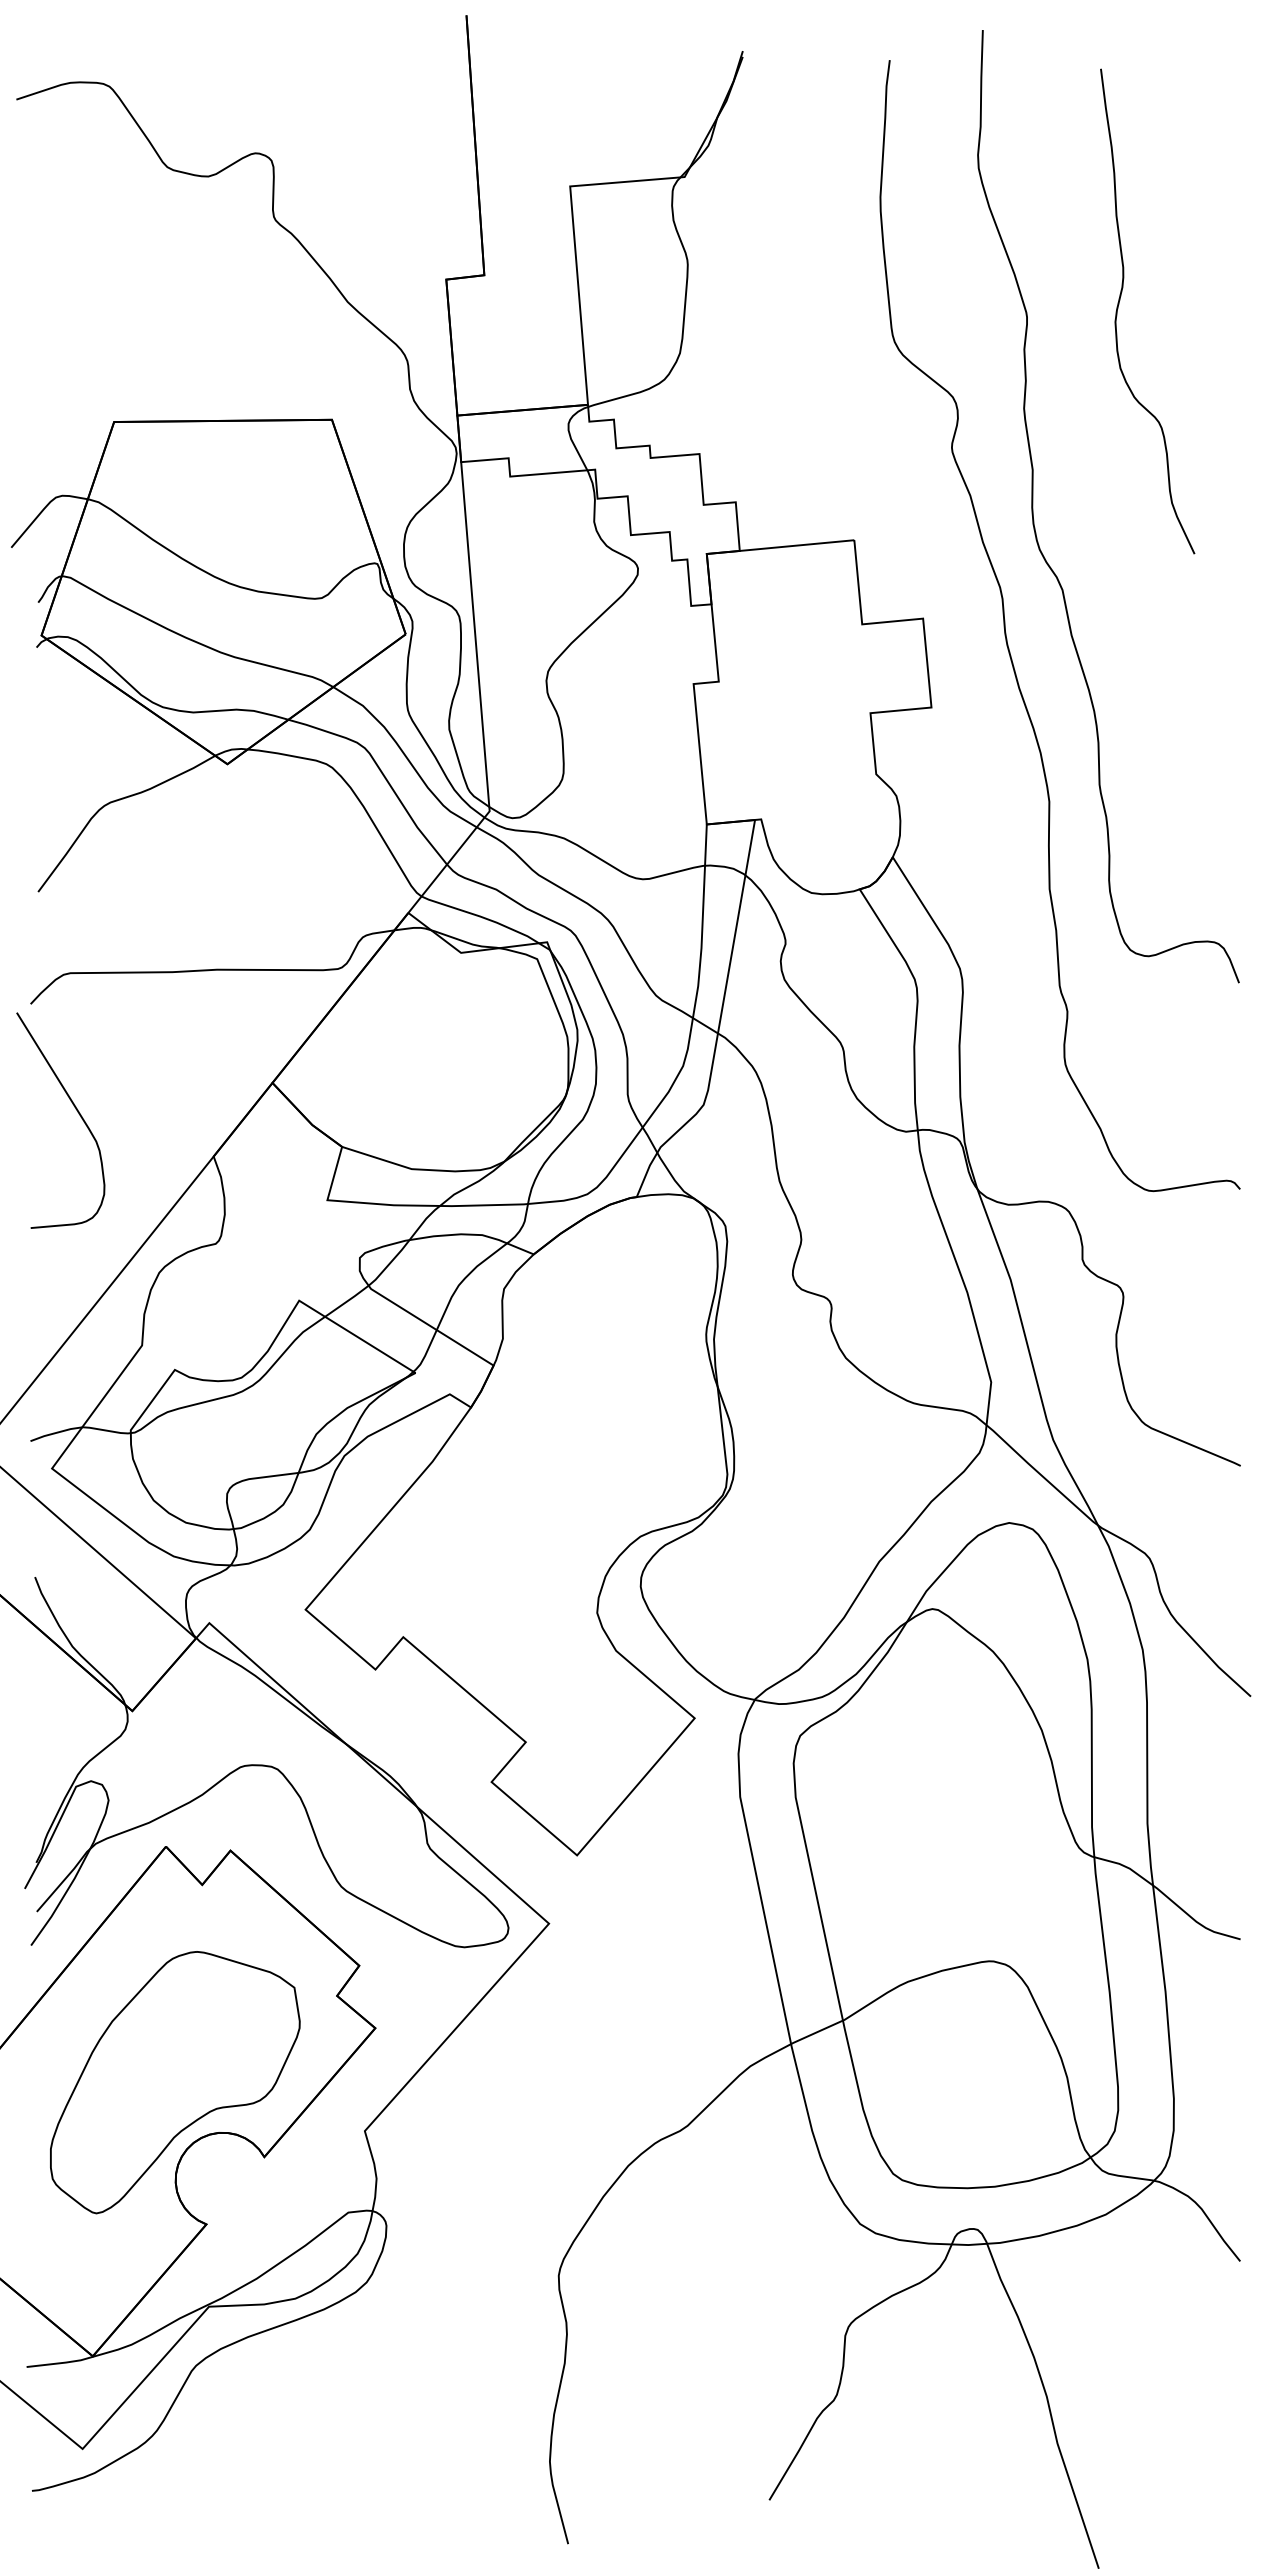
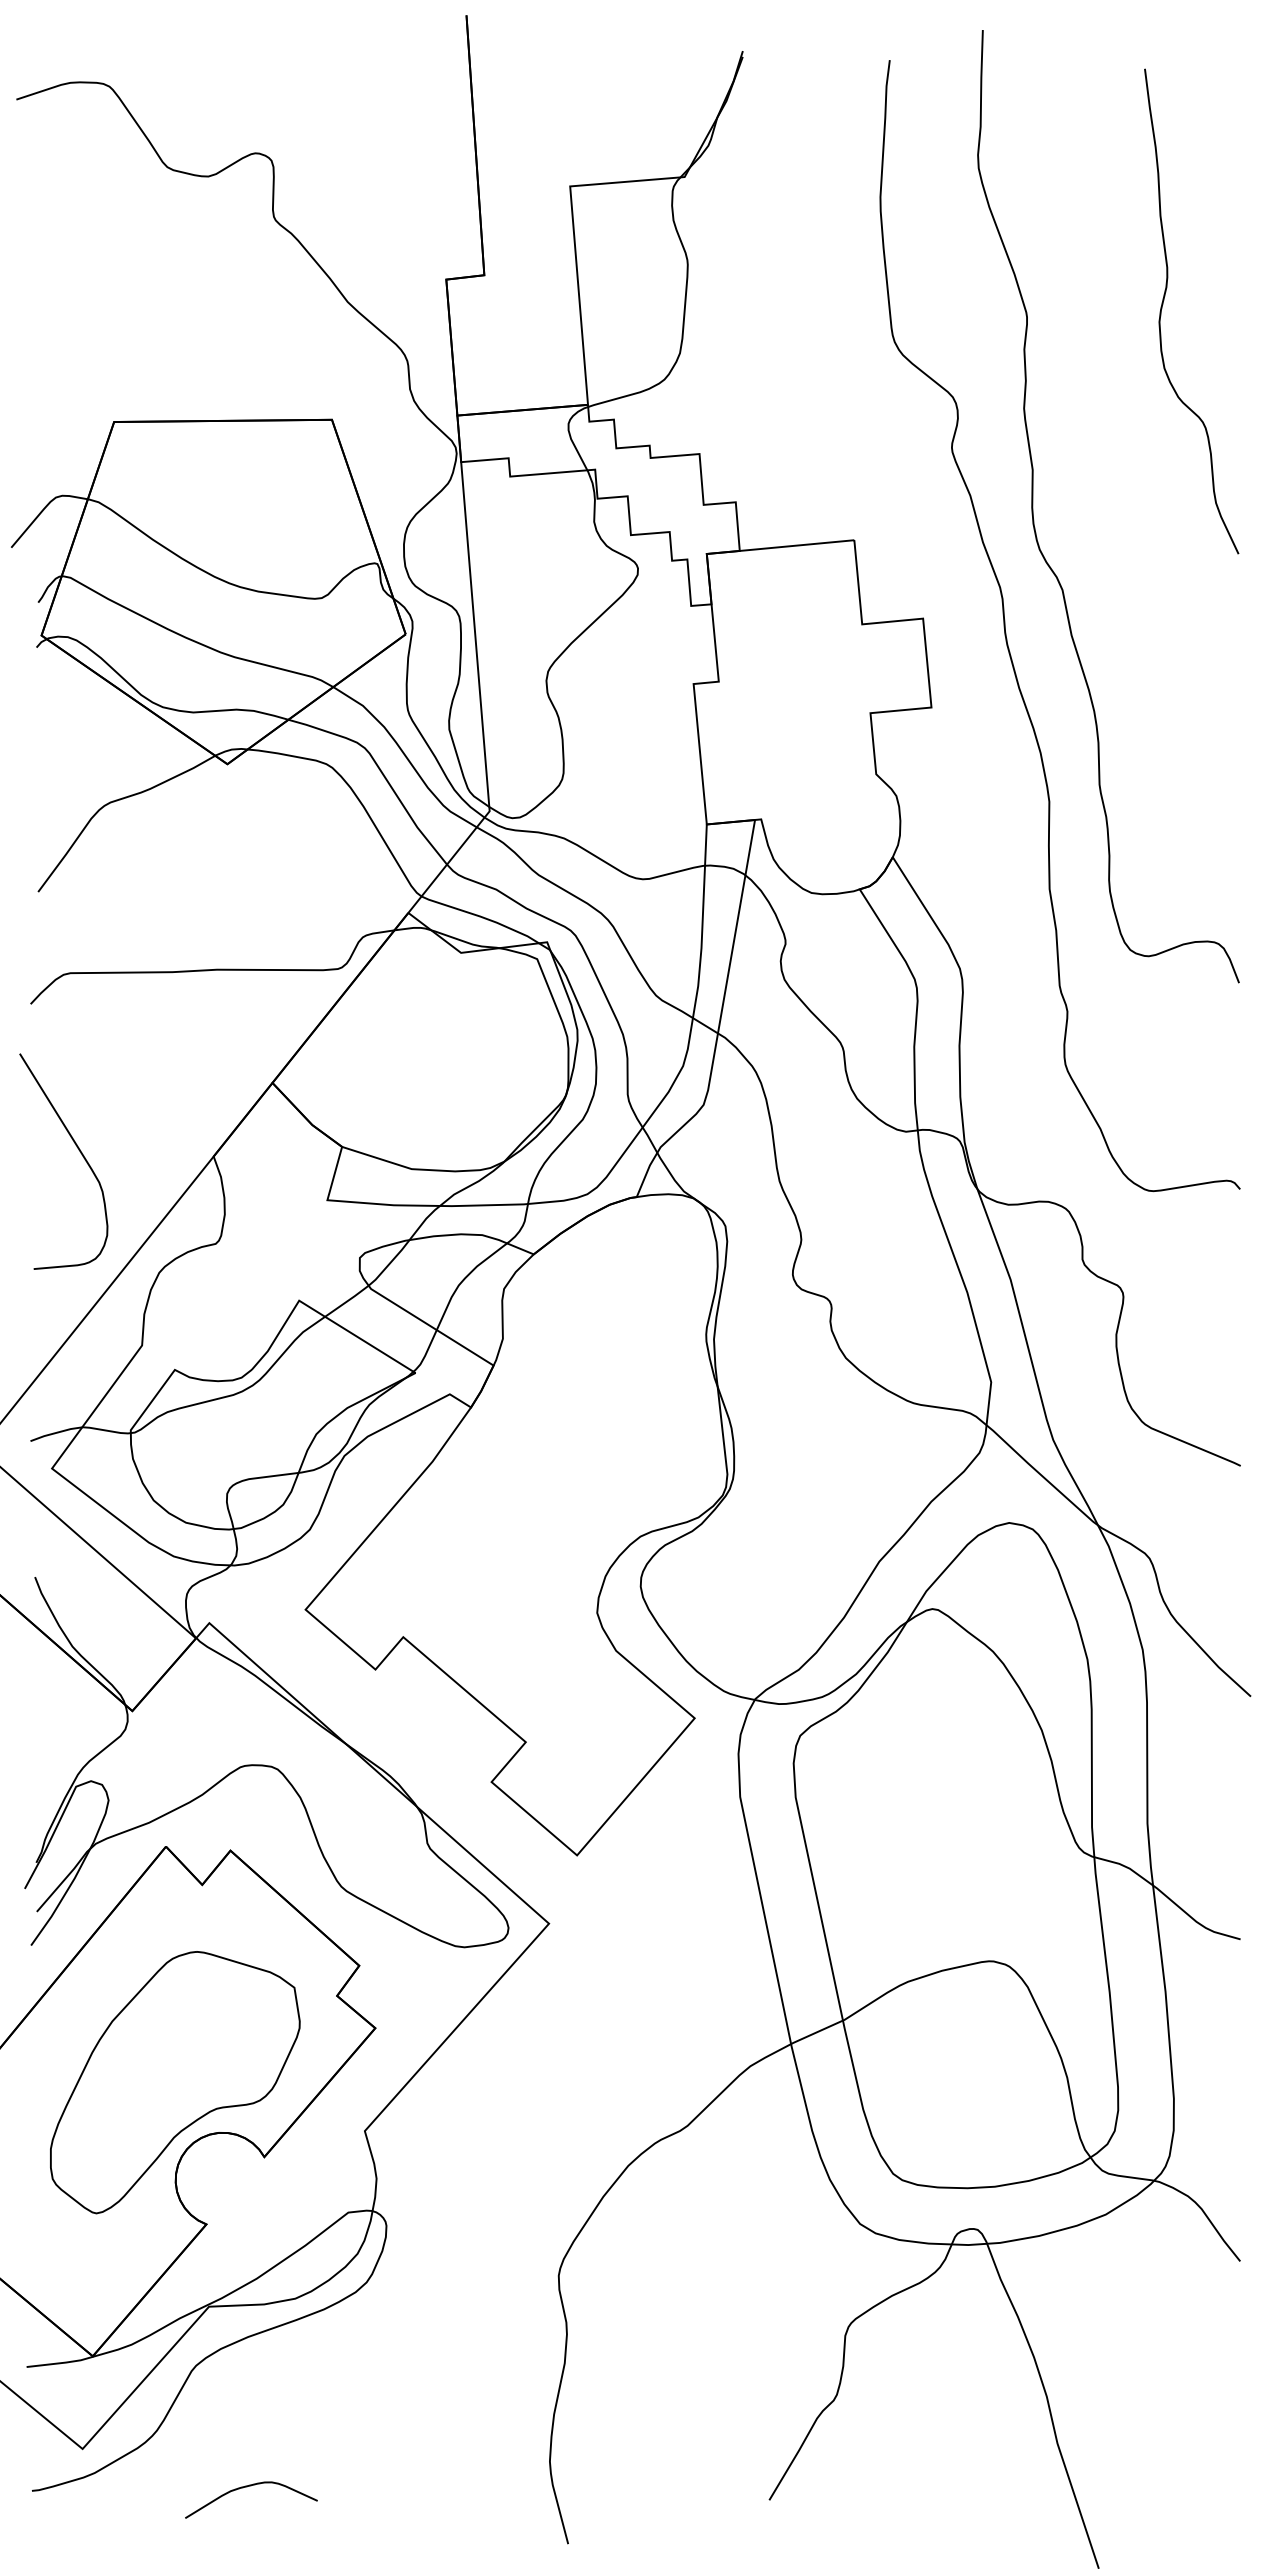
curve at (1119, 304) position: (1119, 304) -> (1163, 304)
curve at (75, 1109) position: (75, 1109) -> (78, 1150)
curve at (247, 2487): none -> present
